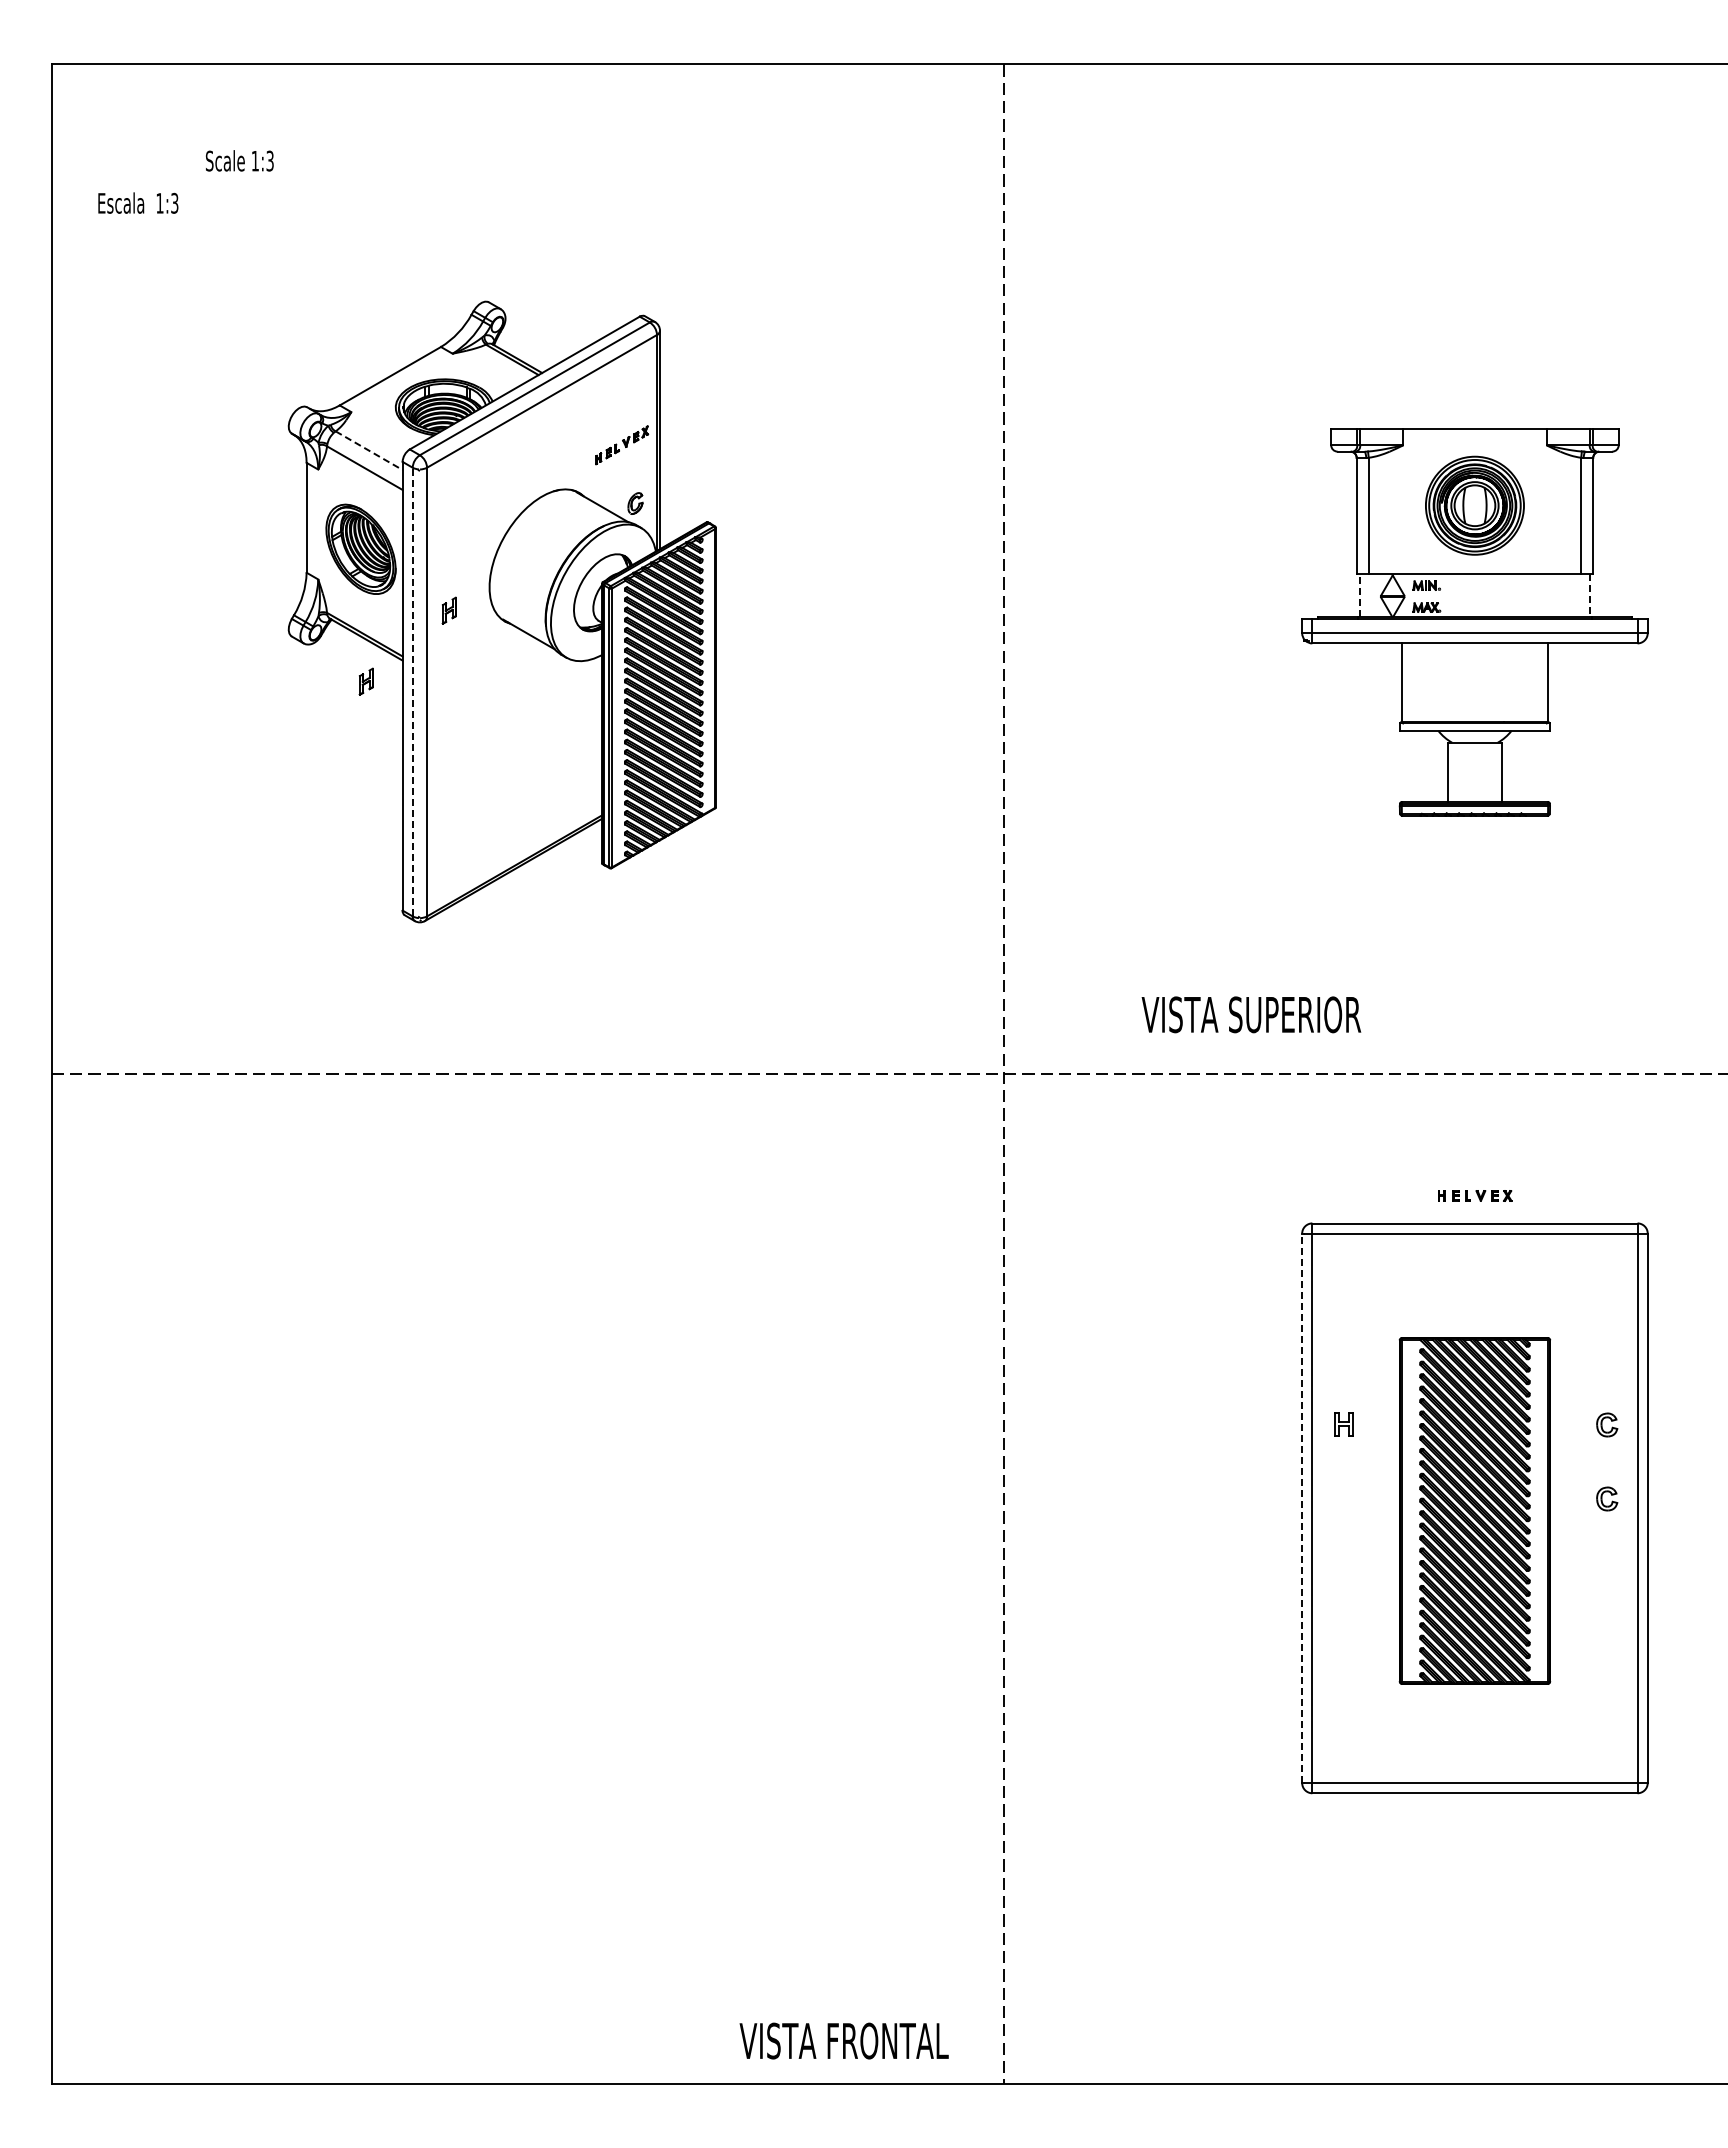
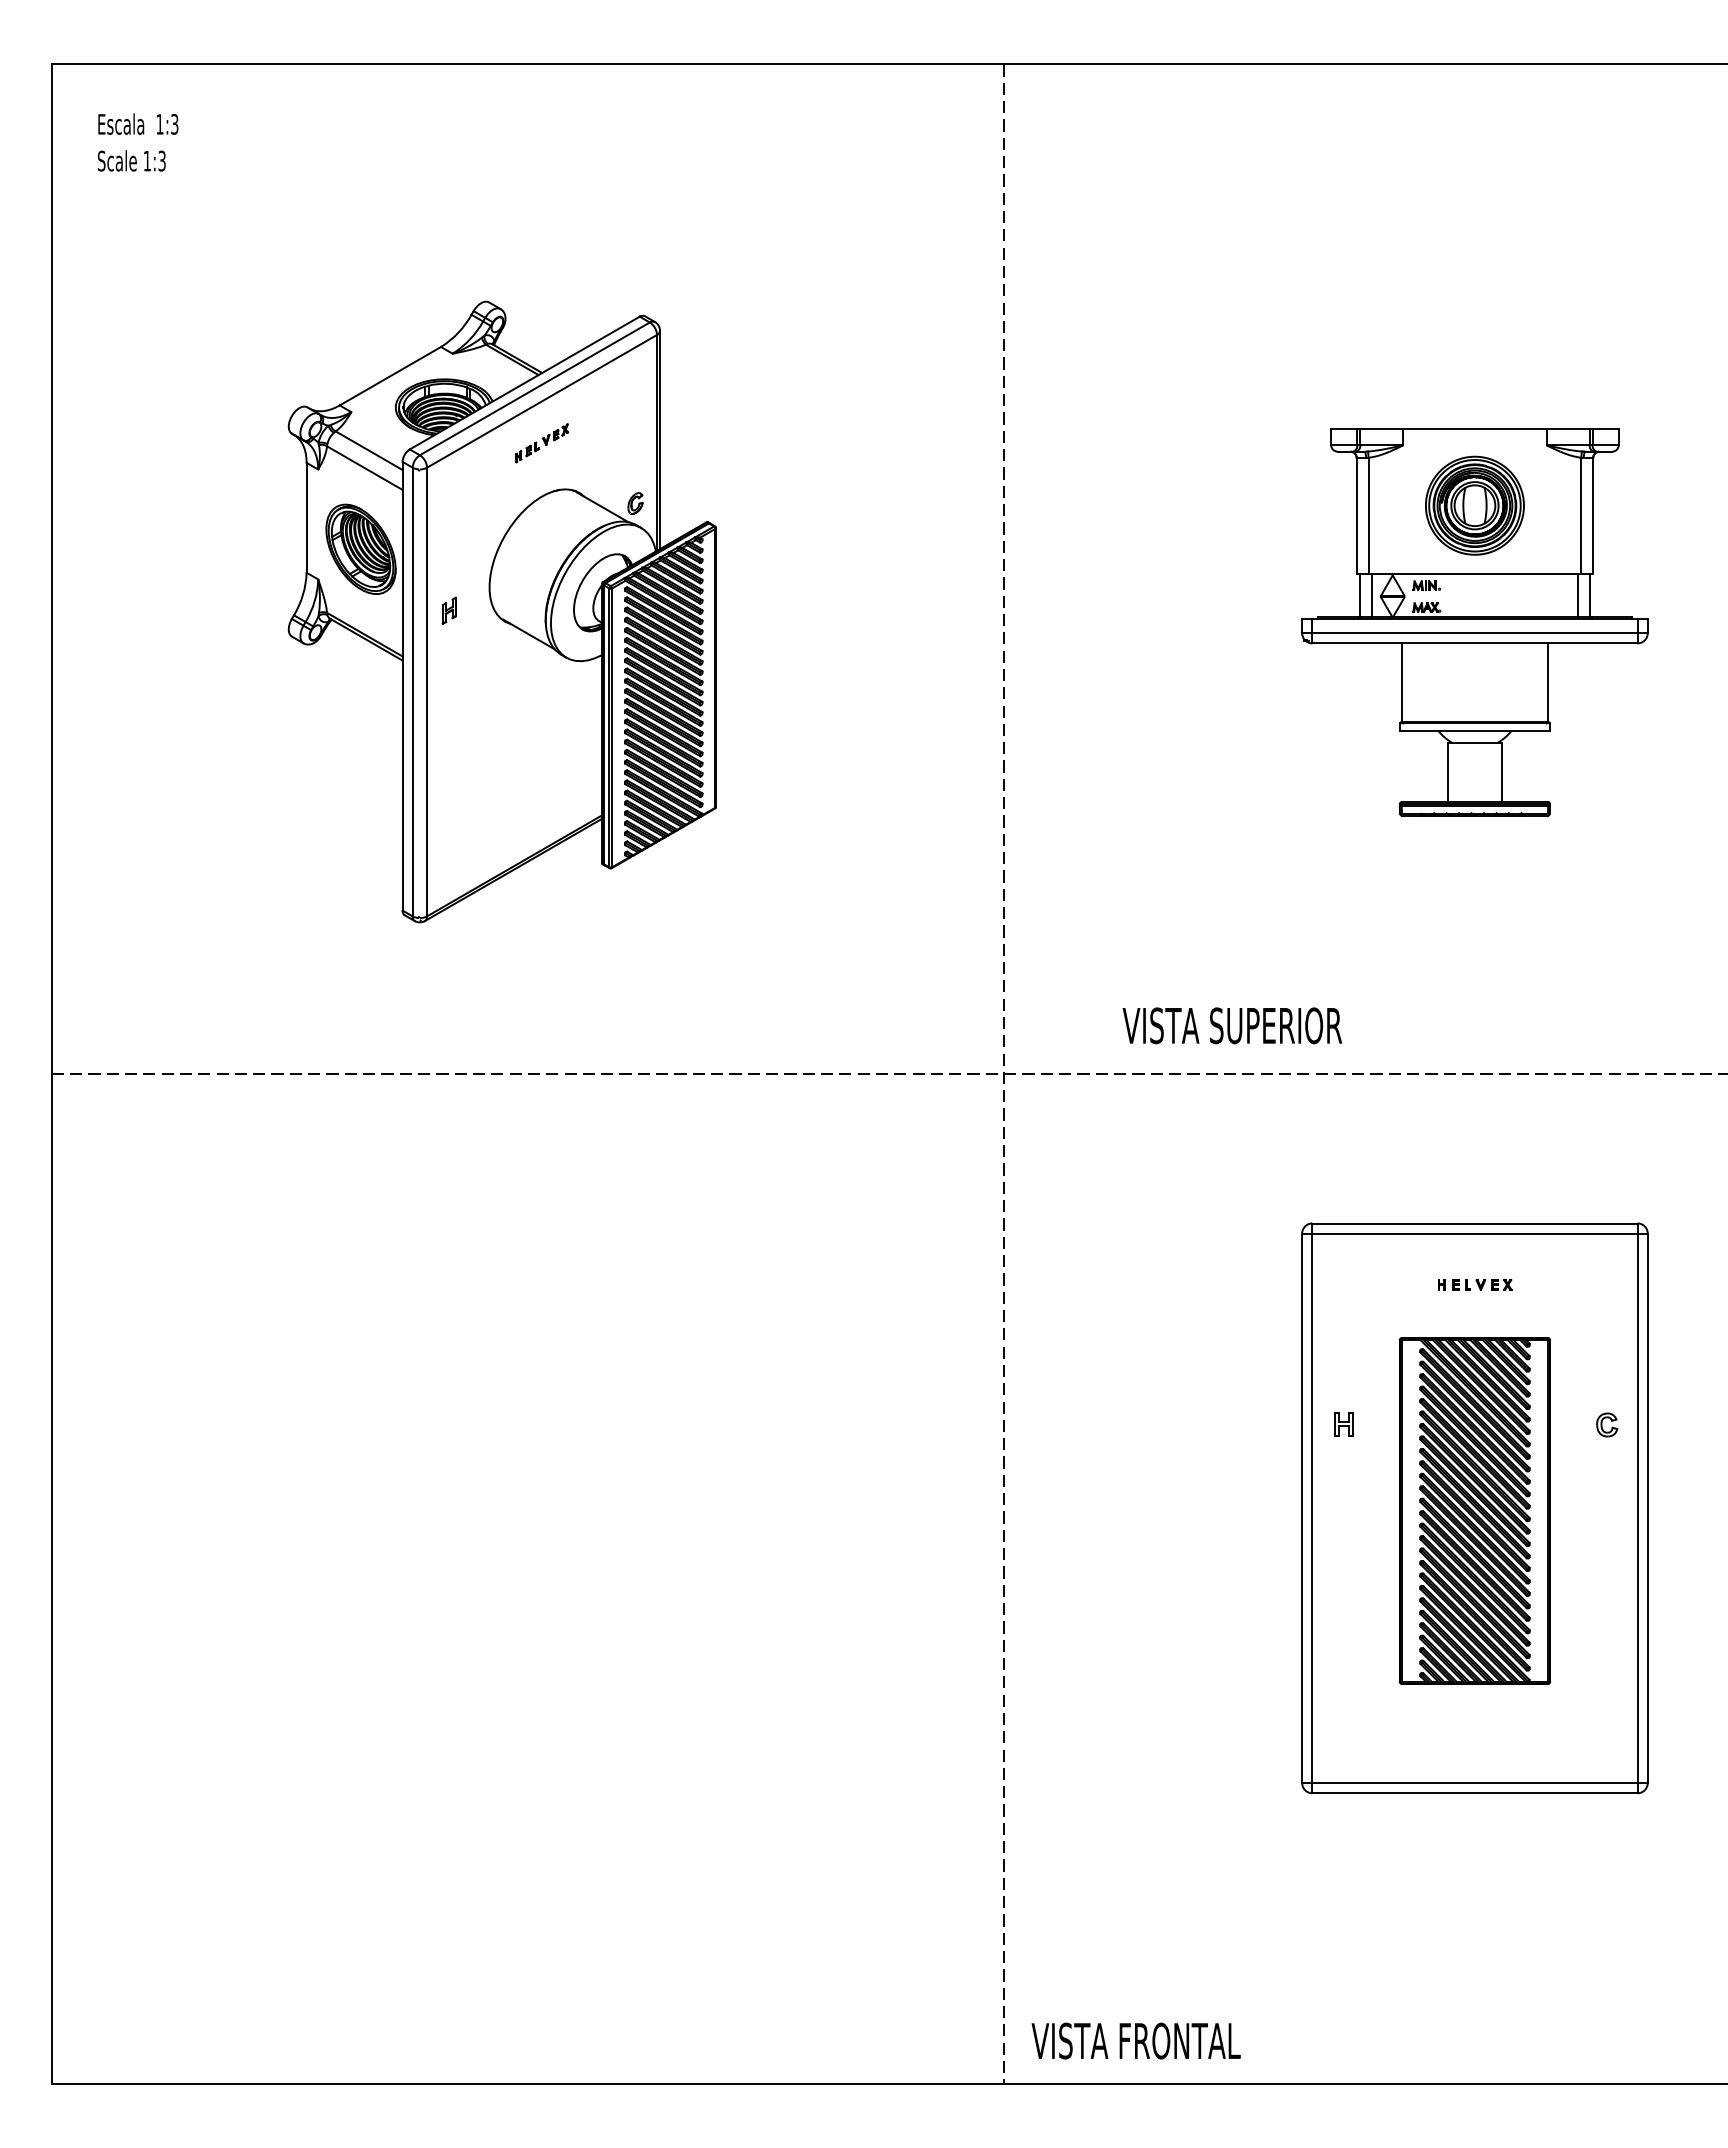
text at (239, 160) position: (239, 160) -> (131, 160)
text at (138, 202) position: (138, 202) -> (138, 123)
part at (622, 445) position: (622, 445) -> (542, 443)
line at (369, 450): dashed -> solid
line at (1360, 594): dashed -> solid
line at (1372, 595): none -> present
line at (1577, 595): none -> present
line at (1589, 595): dashed -> solid
part at (365, 681): present -> none
line at (412, 691): dashed -> solid
text at (1251, 1014) position: (1251, 1014) -> (1232, 1025)
part at (1475, 1195) position: (1475, 1195) -> (1475, 1284)
part at (1607, 1498): present -> none
line at (1302, 1508): dashed -> solid
text at (843, 2040) position: (843, 2040) -> (1135, 2040)
